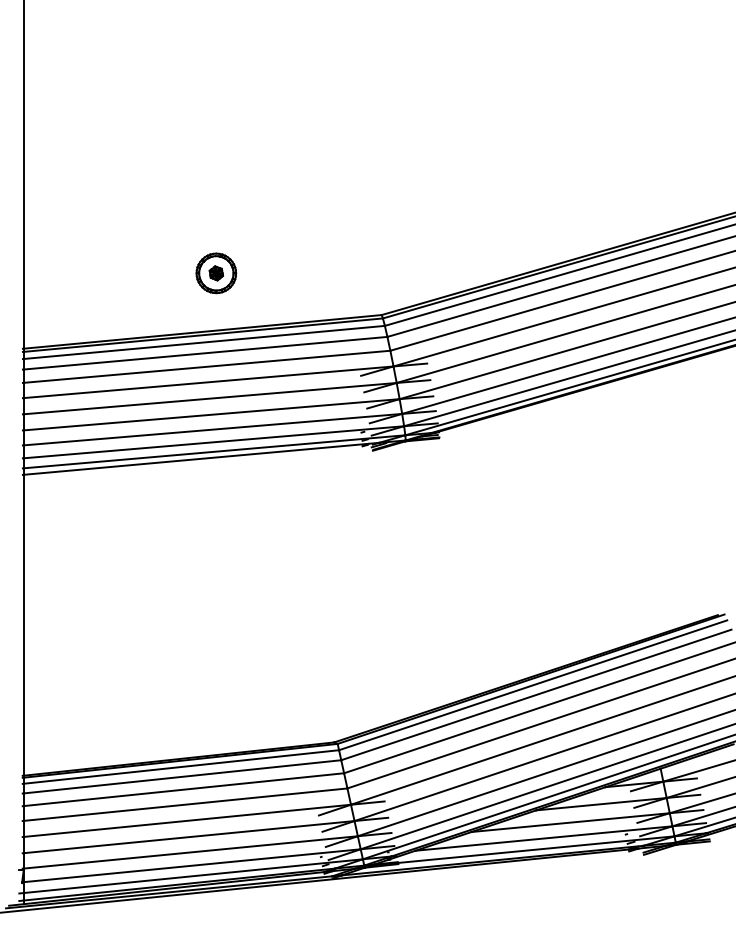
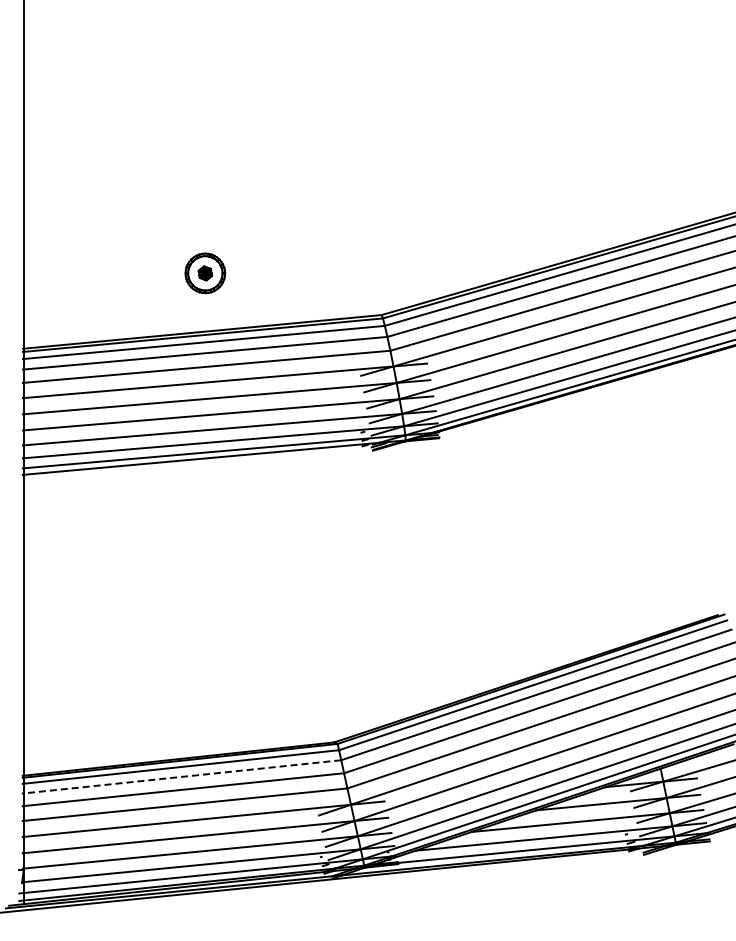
part at (216, 273) position: (216, 273) -> (205, 273)
line at (182, 776): solid -> dashed
